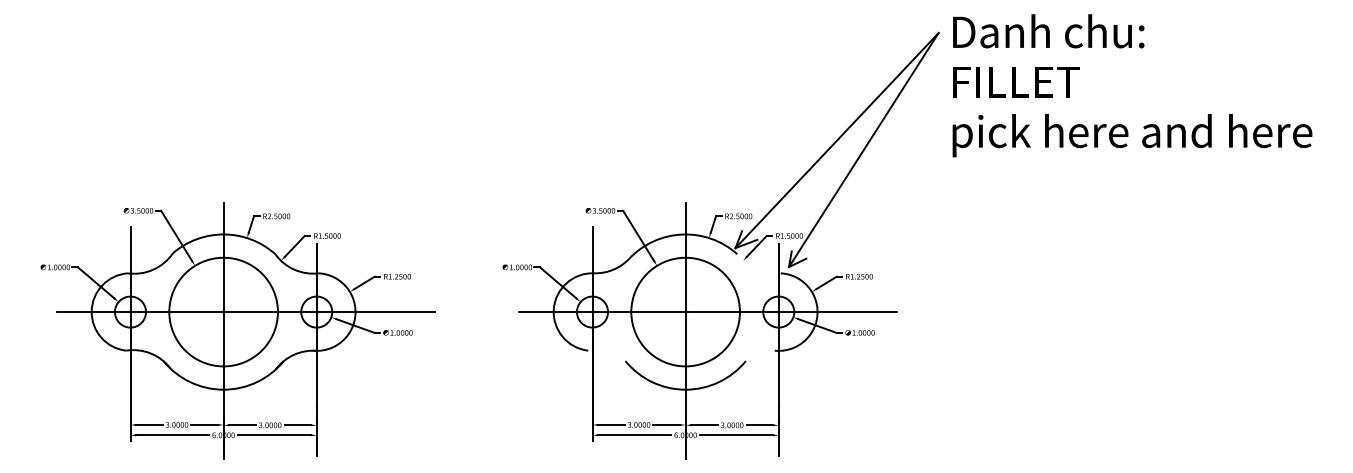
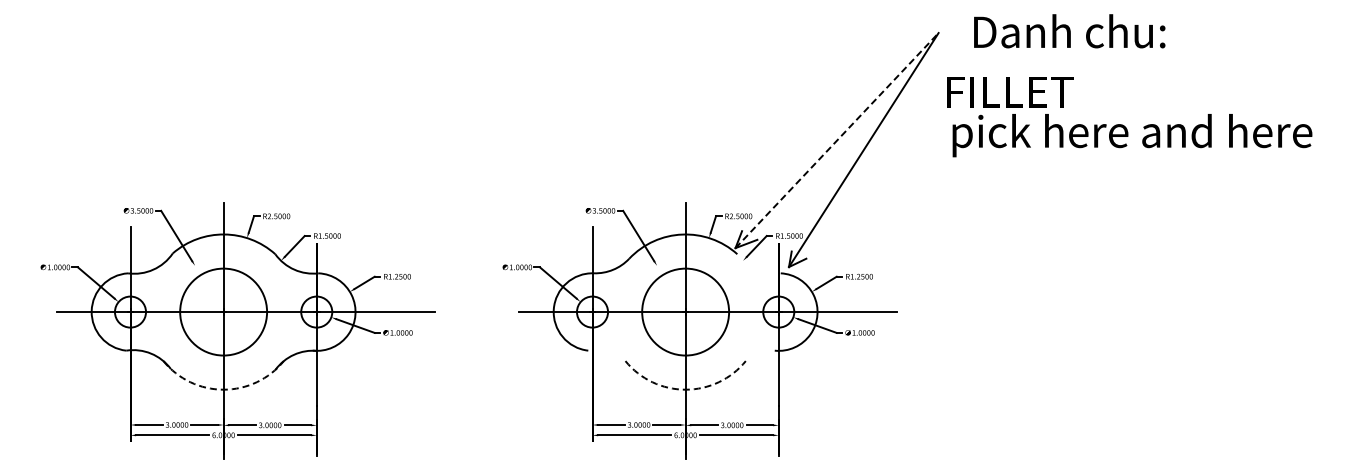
text at (1048, 31) position: (1048, 31) -> (1069, 31)
text at (1016, 82) position: (1016, 82) -> (1010, 92)
line at (837, 140): solid -> dashed
circle at (223, 311) diameter: 109 px -> 87 px
circle at (685, 311) diameter: 109 px -> 87 px
arc at (223, 389): solid -> dashed
arc at (685, 389): solid -> dashed
